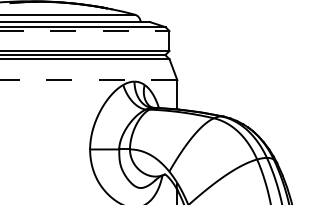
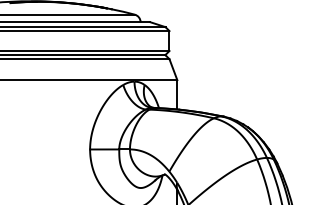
line at (85, 31): dashed -> solid
line at (88, 80): dashed -> solid
